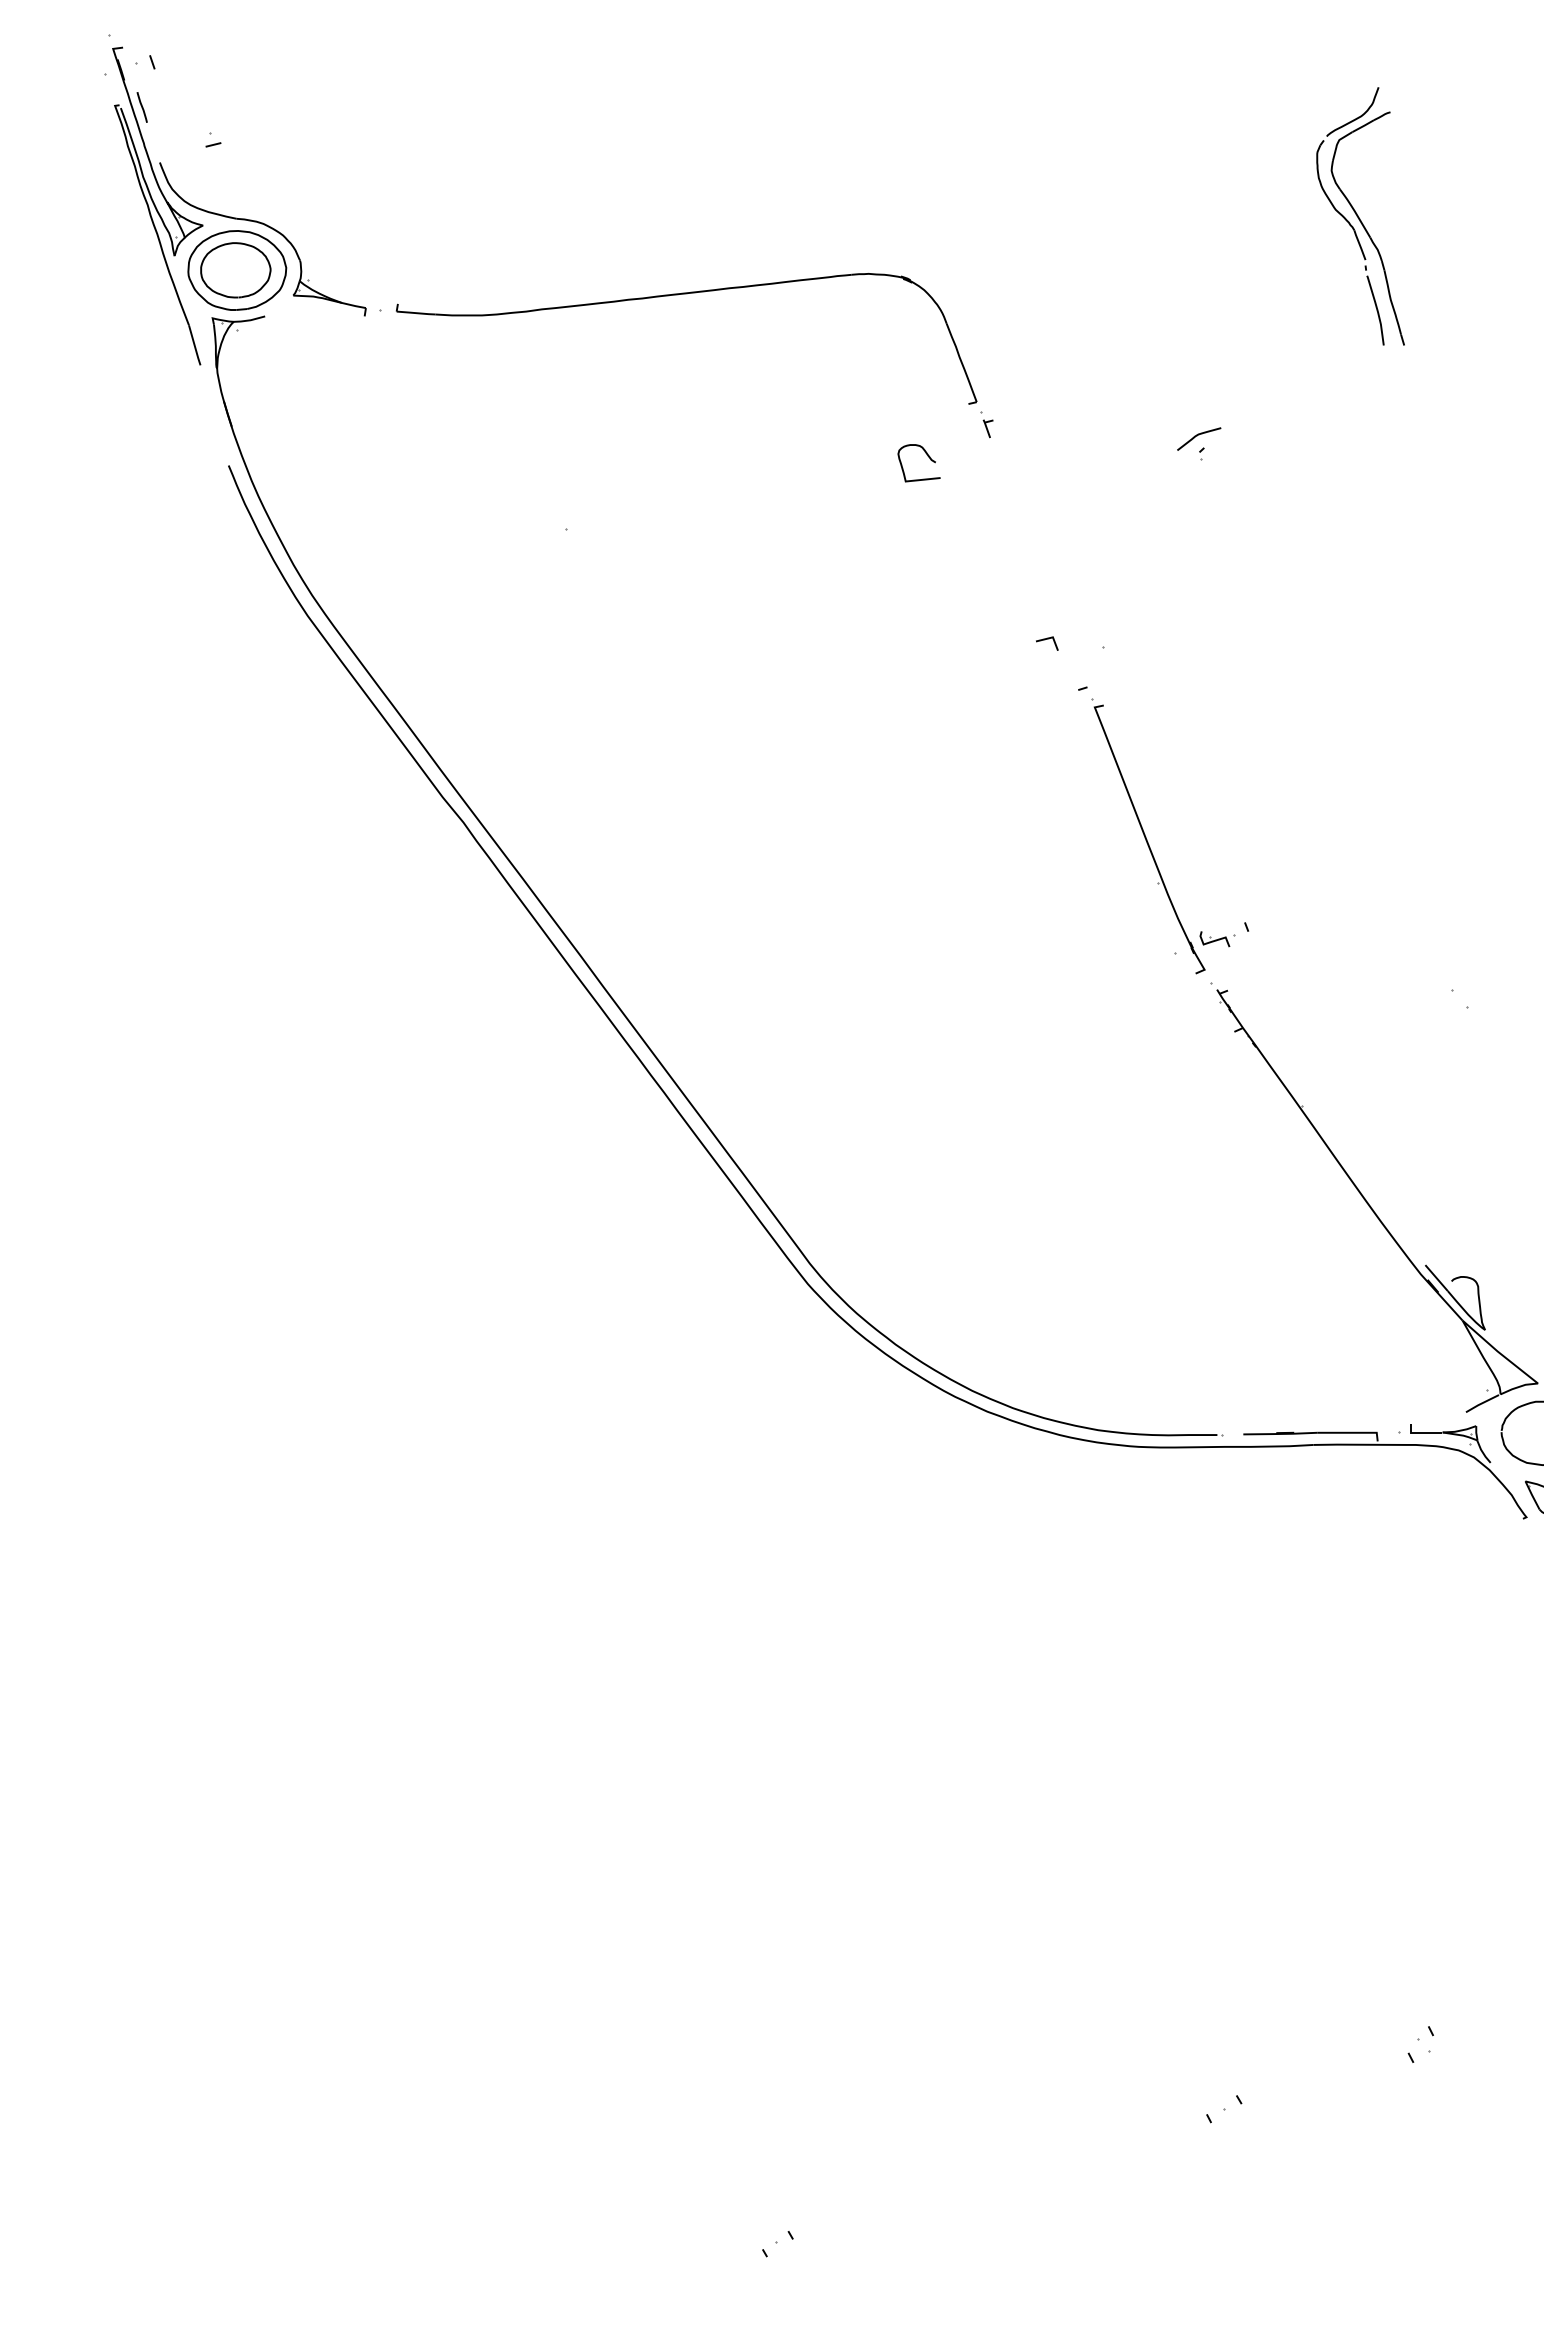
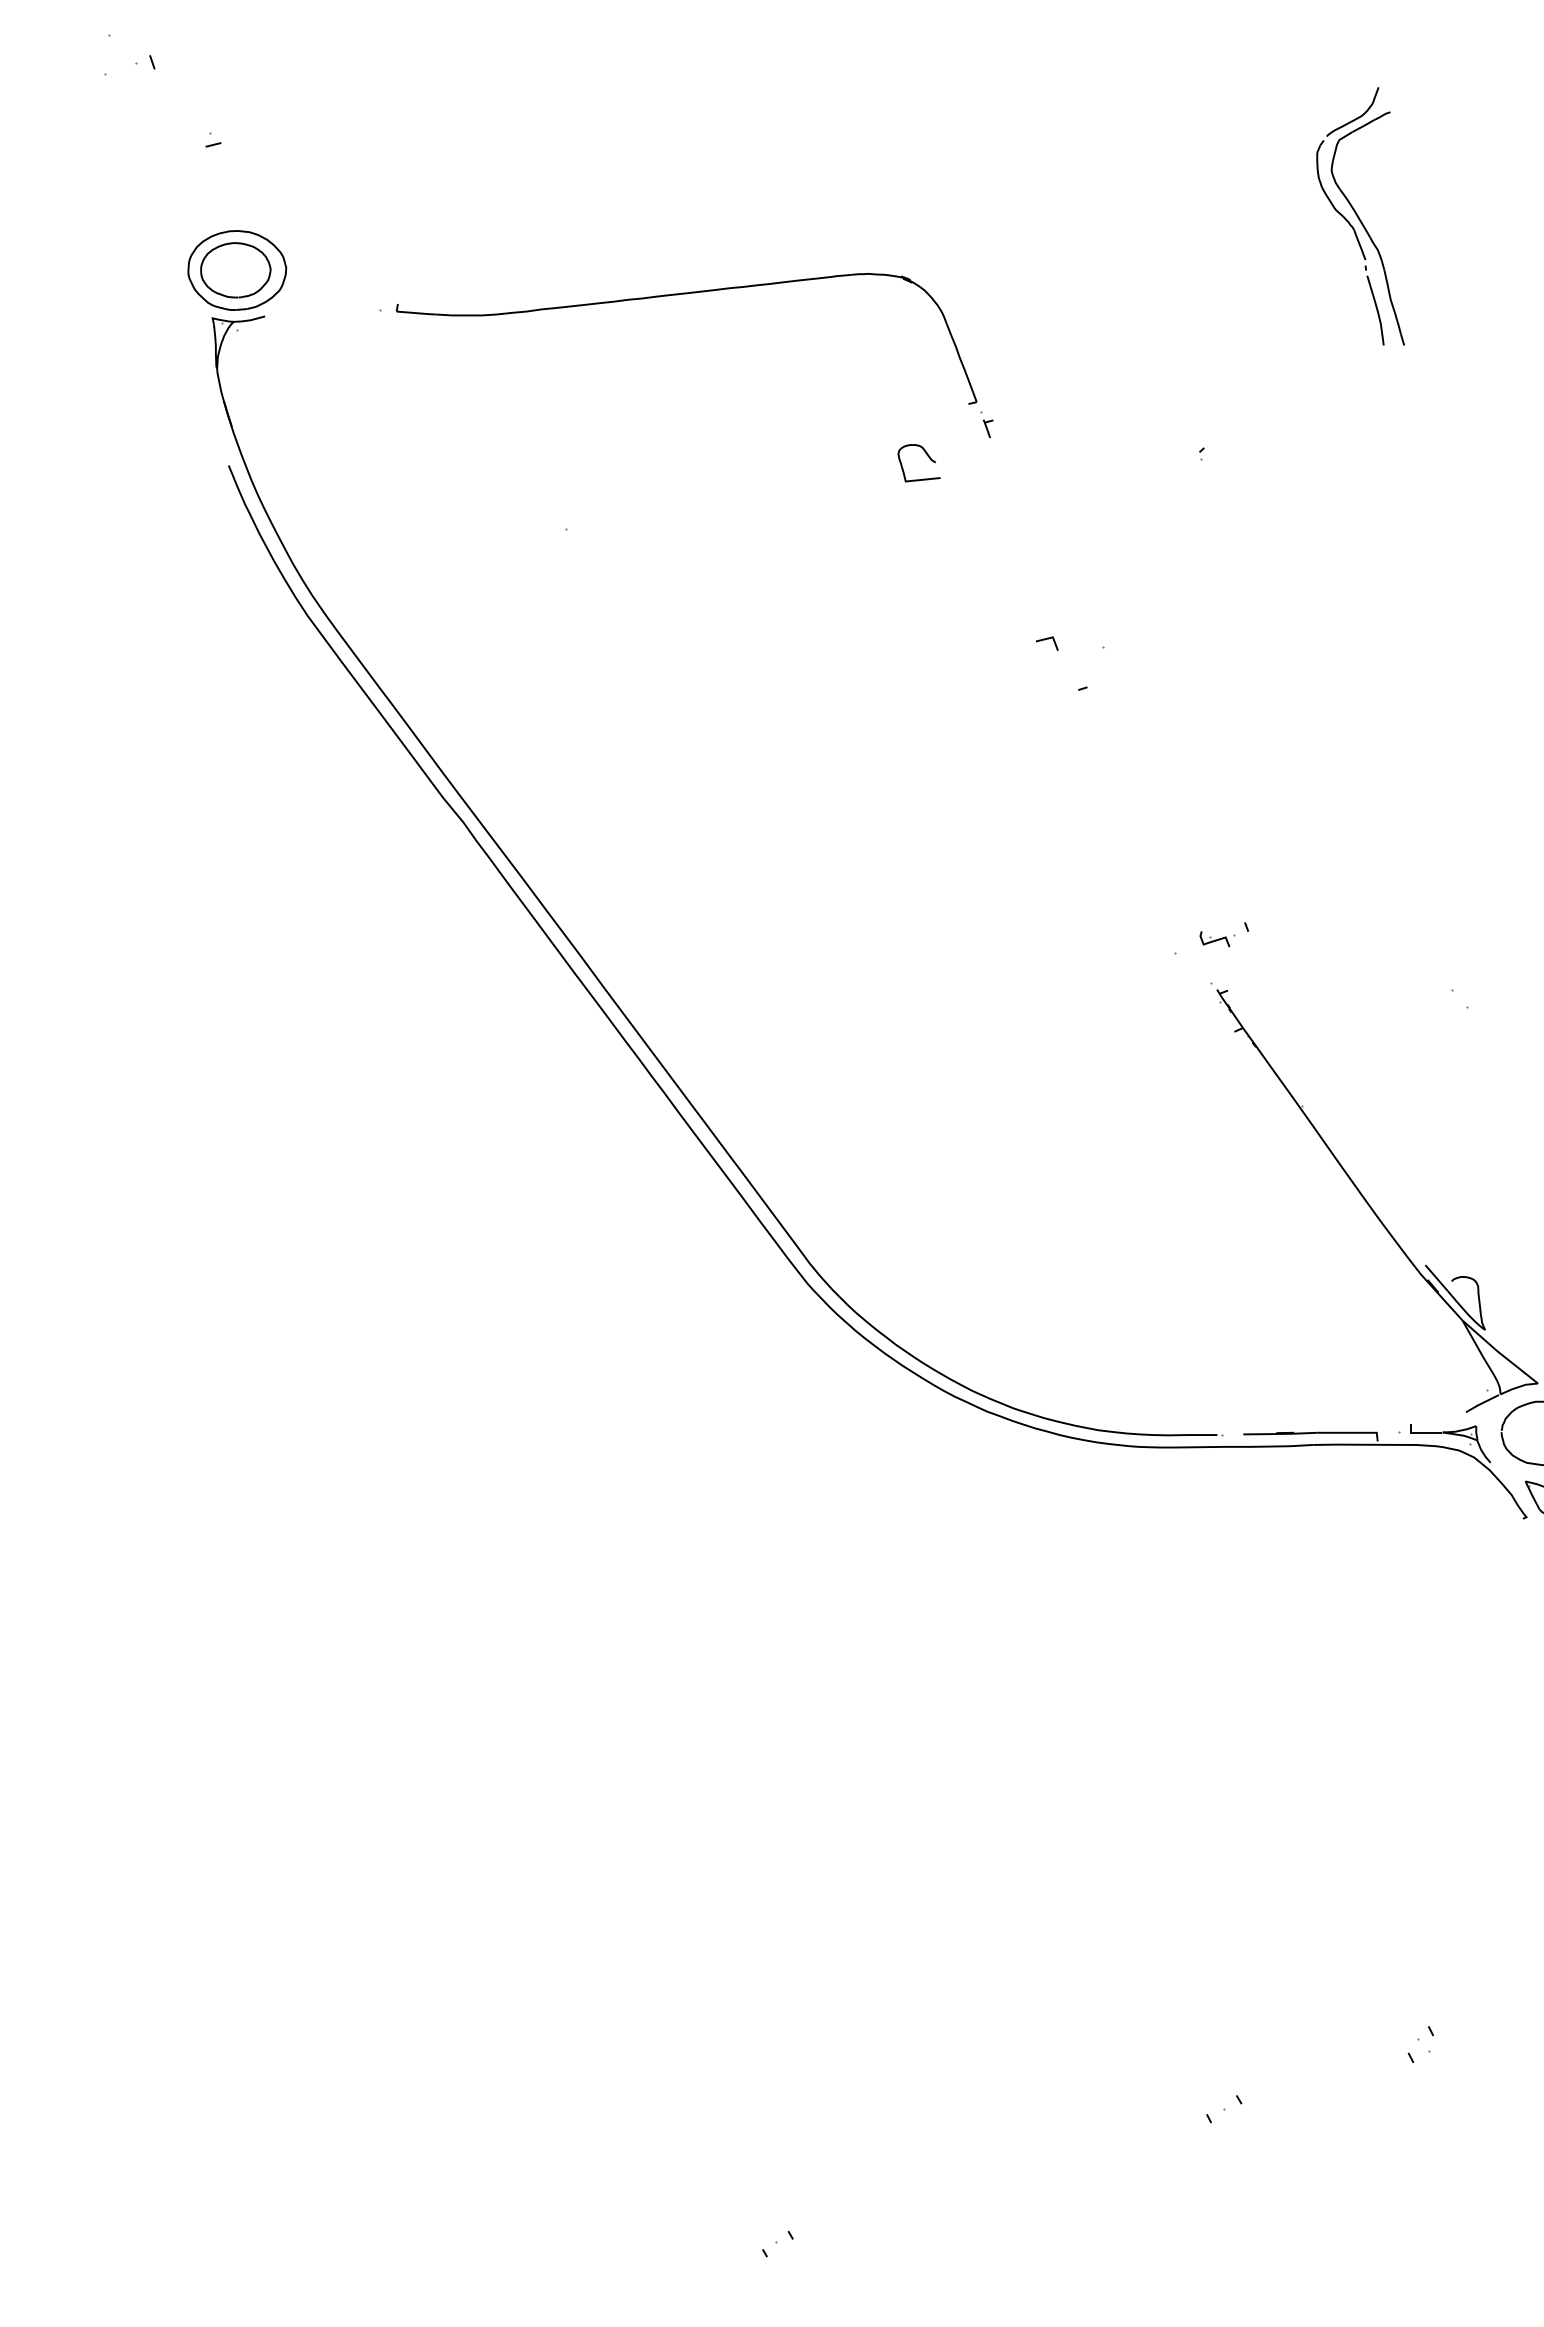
part at (236, 217): present -> none
curve at (1197, 436): present -> none
part at (1148, 836): present -> none
